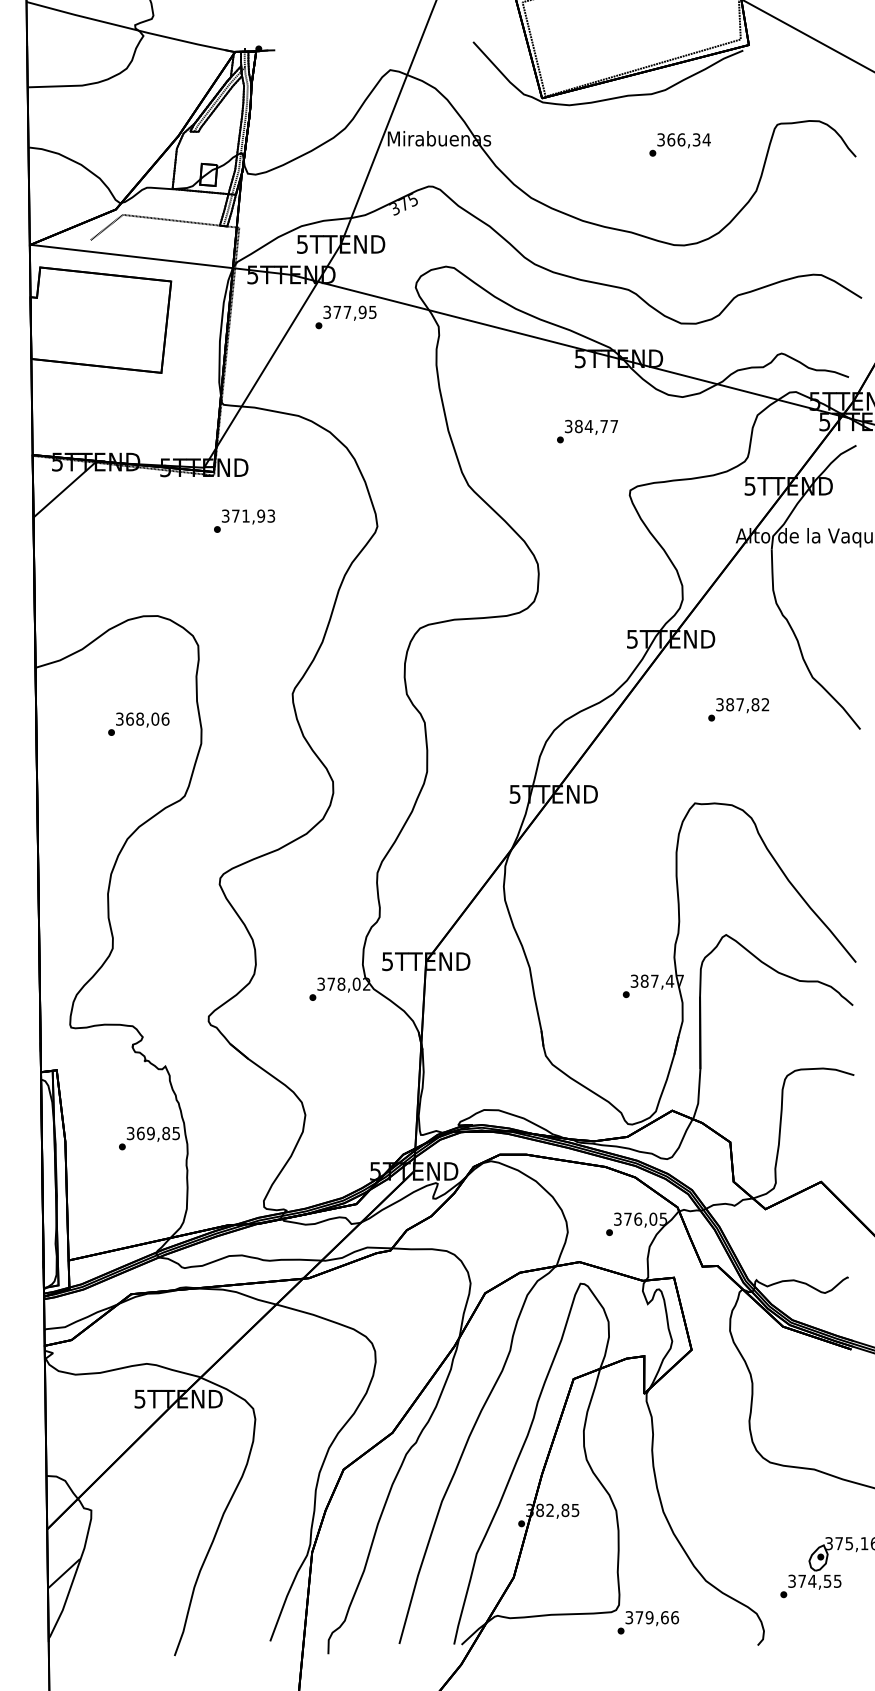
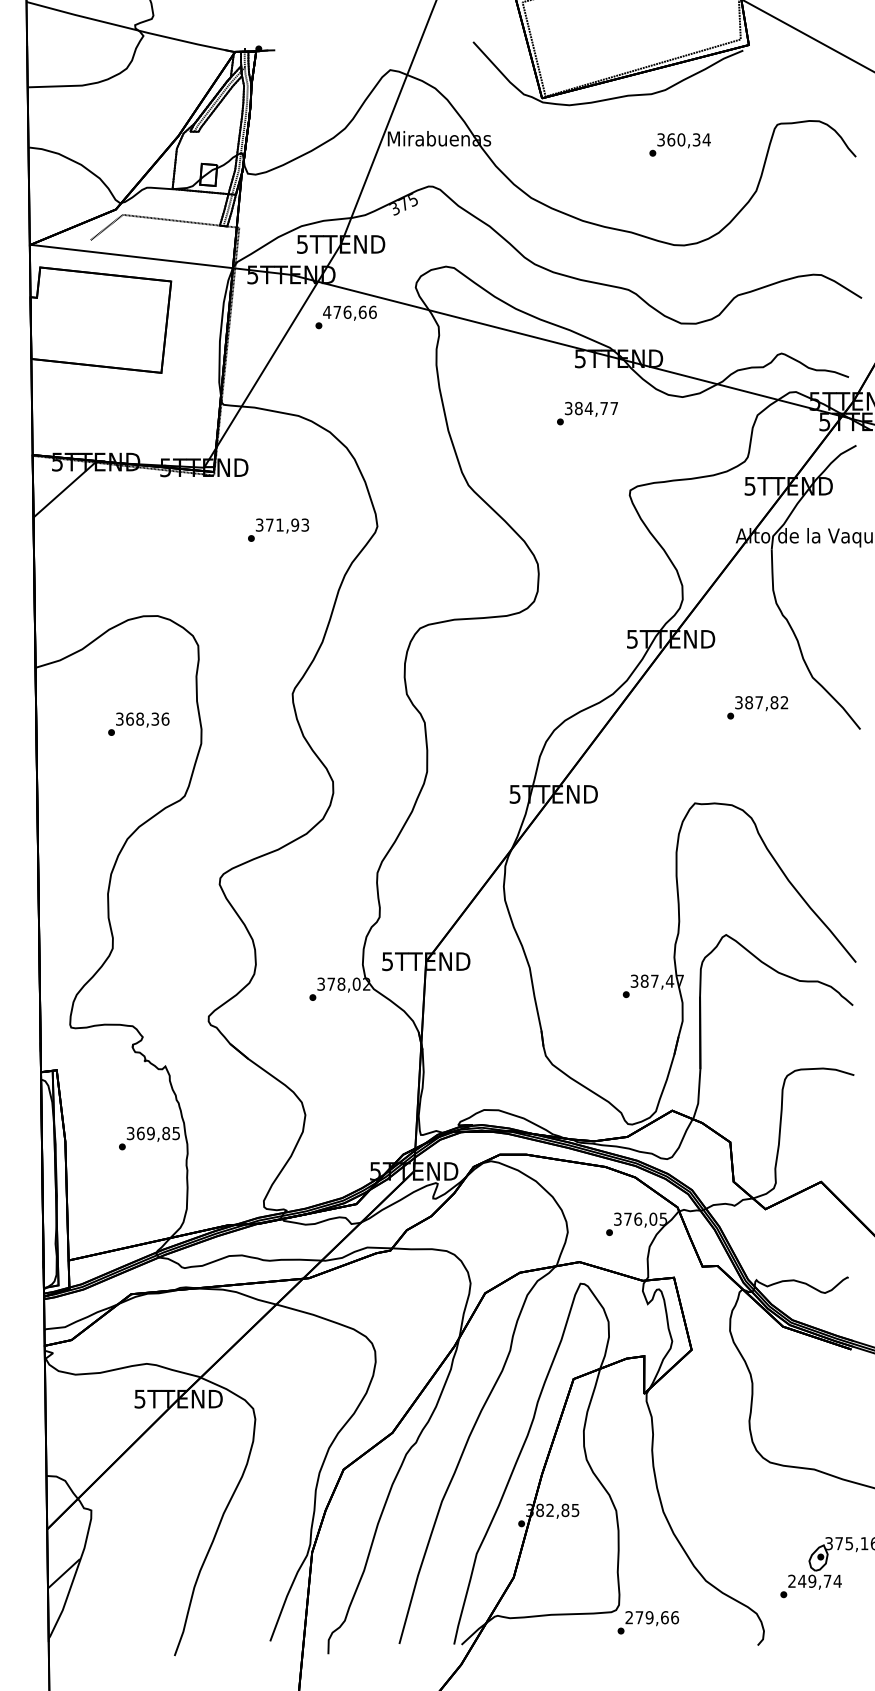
text at (681, 139): 366,34 -> 360,34
text at (349, 311): 377,95 -> 476,66
text at (587, 431) position: (587, 431) -> (587, 413)
text at (244, 520) position: (244, 520) -> (278, 529)
text at (738, 709) position: (738, 709) -> (757, 707)
text at (155, 718): 368,06 -> 368,36
text at (814, 1580): 374,55 -> 249,74
text at (629, 1617): 379,66 -> 279,66
